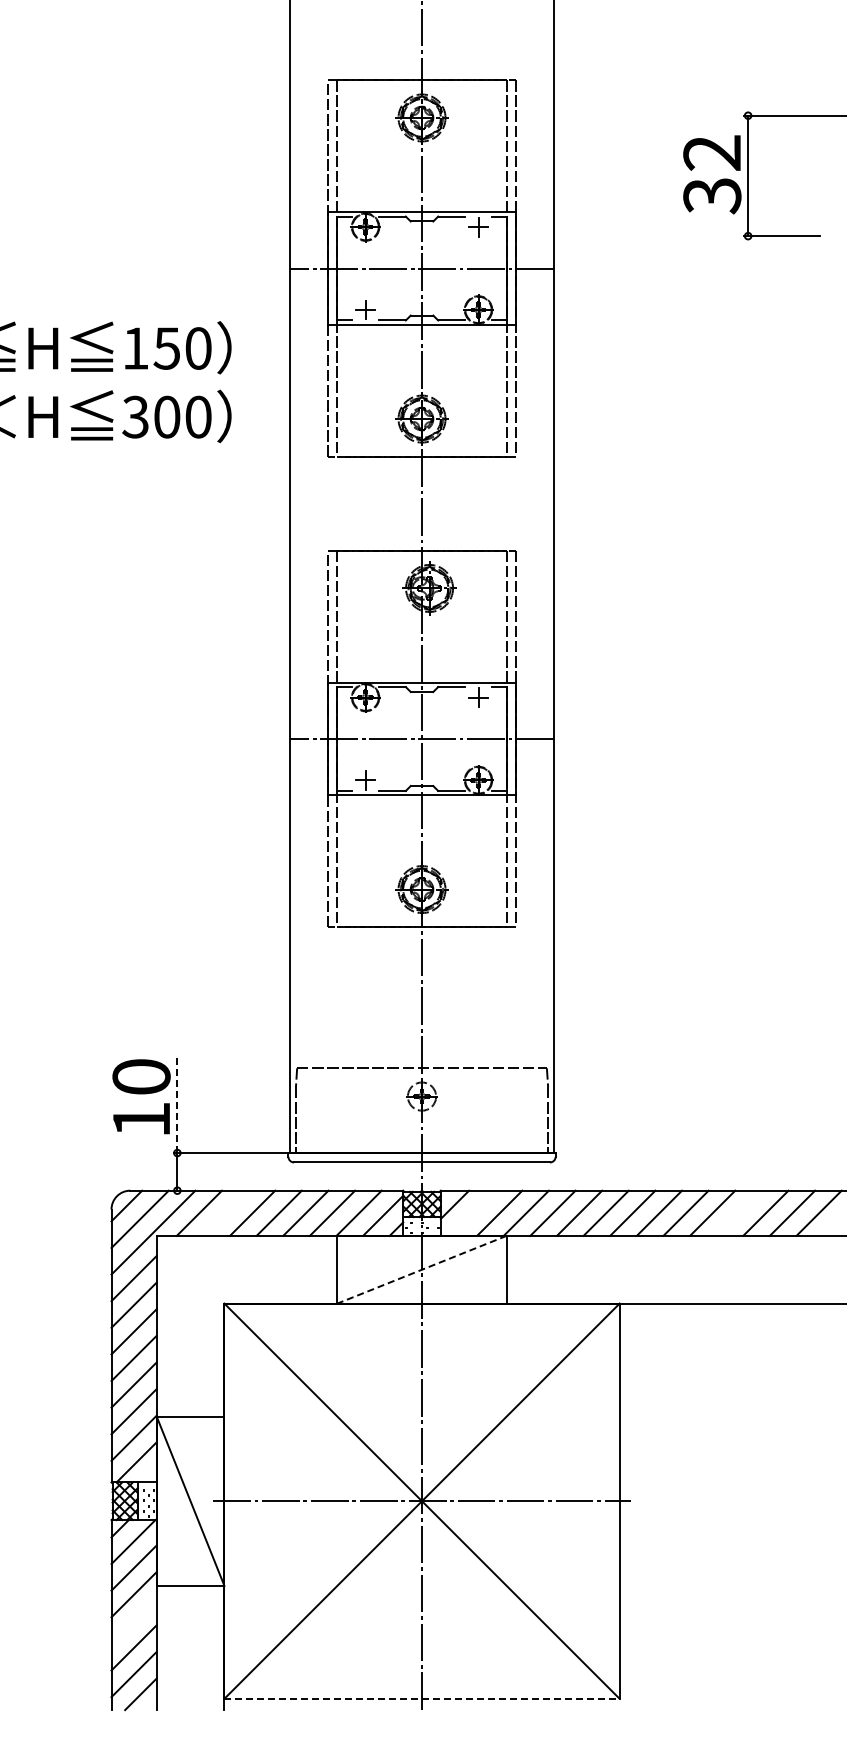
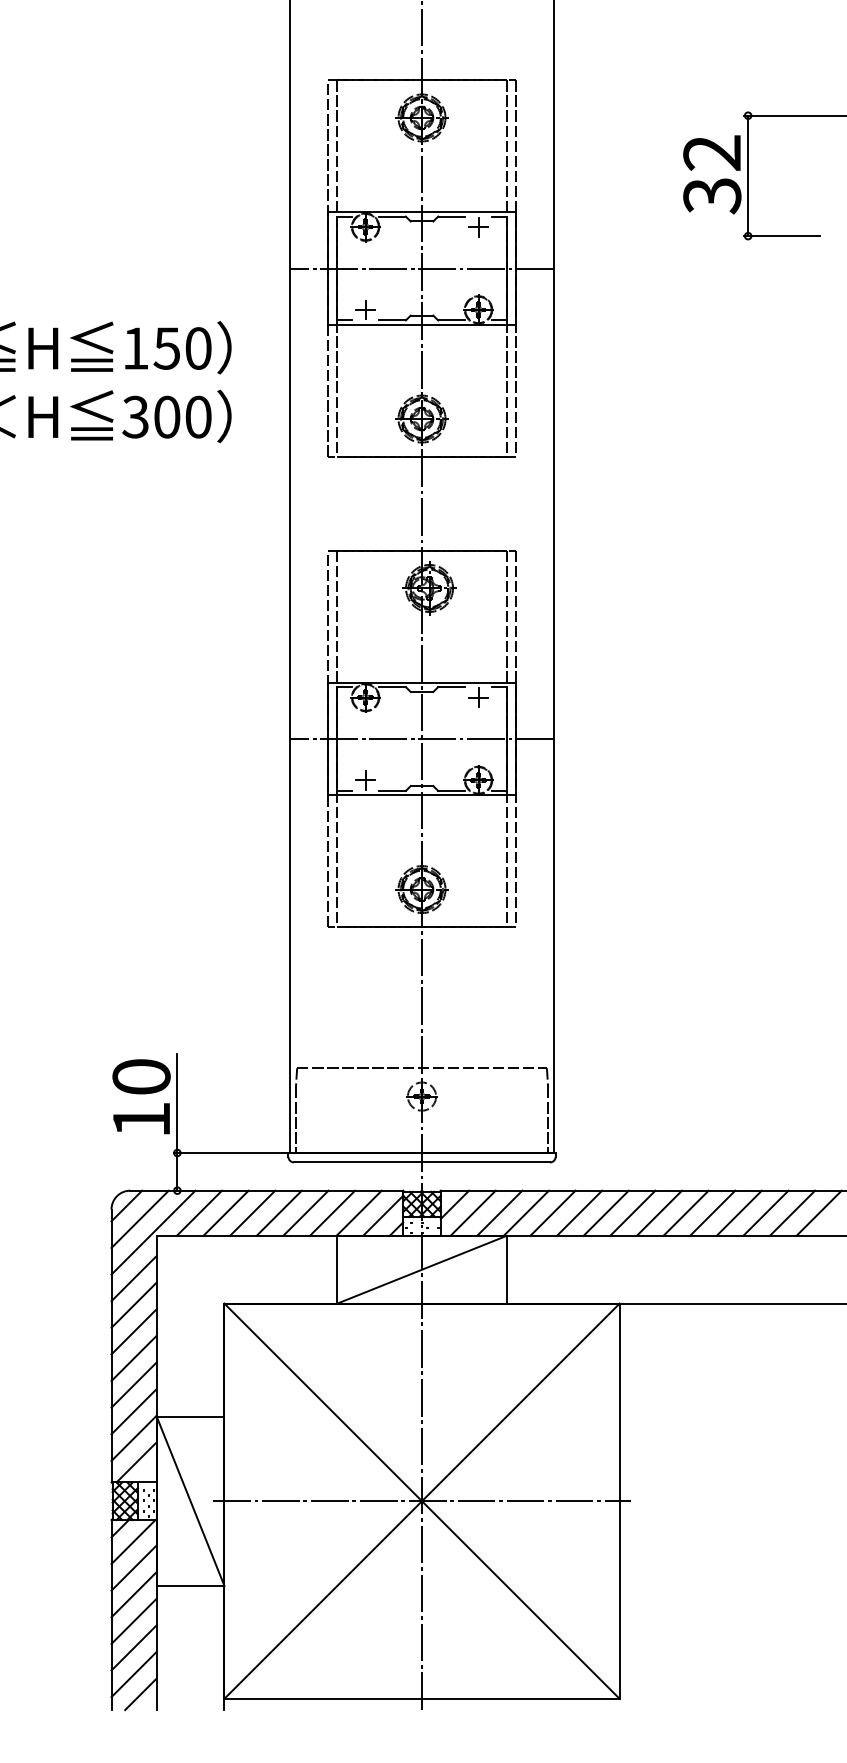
line at (177, 1103): dashed -> solid
line at (225, 1212): none -> present
line at (472, 1212): none -> present
line at (738, 1212): none -> present
line at (421, 1269): dashed -> solid
line at (133, 1620): none -> present
line at (422, 1698): dashed -> solid
